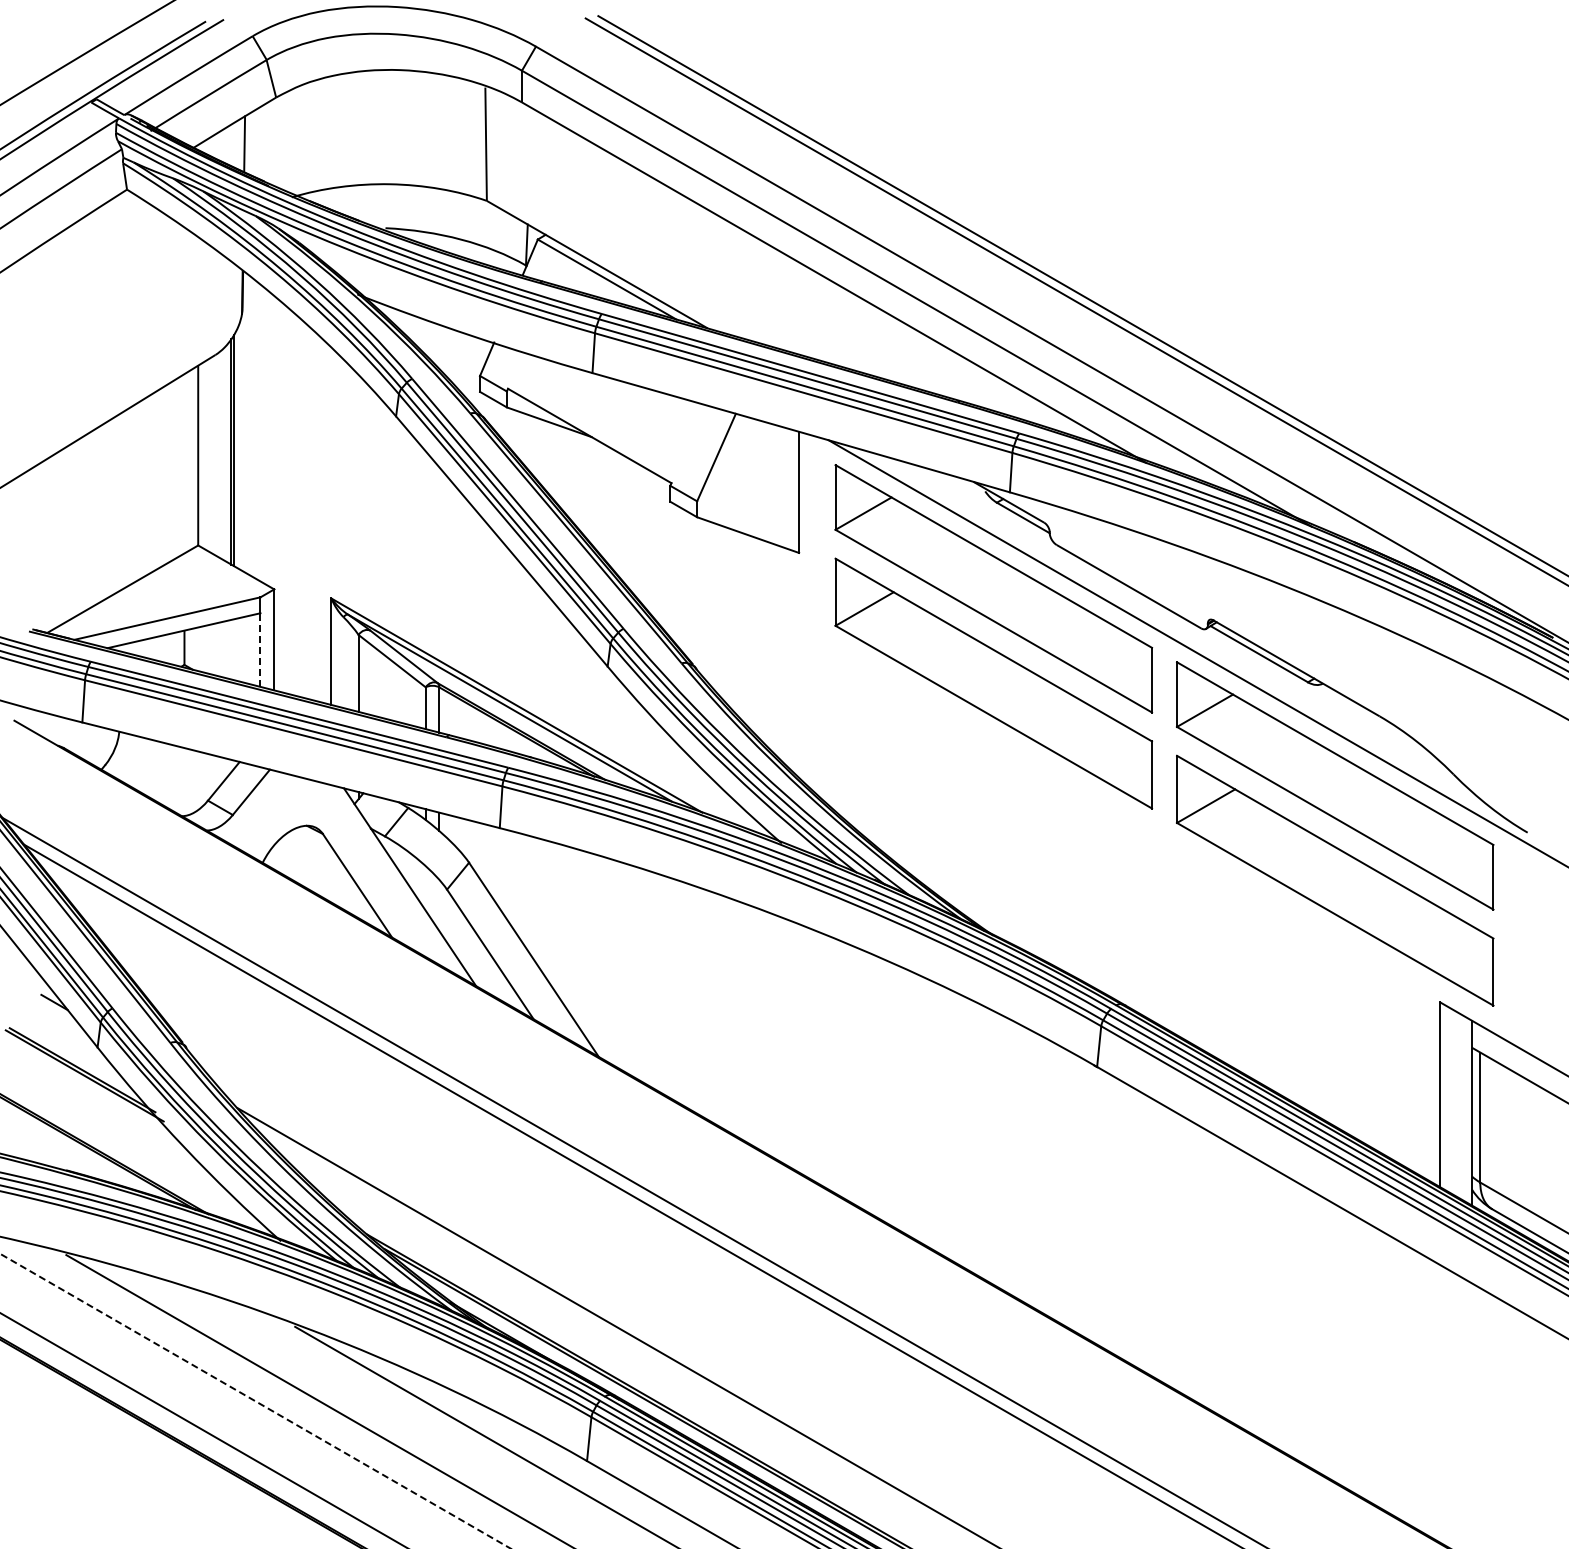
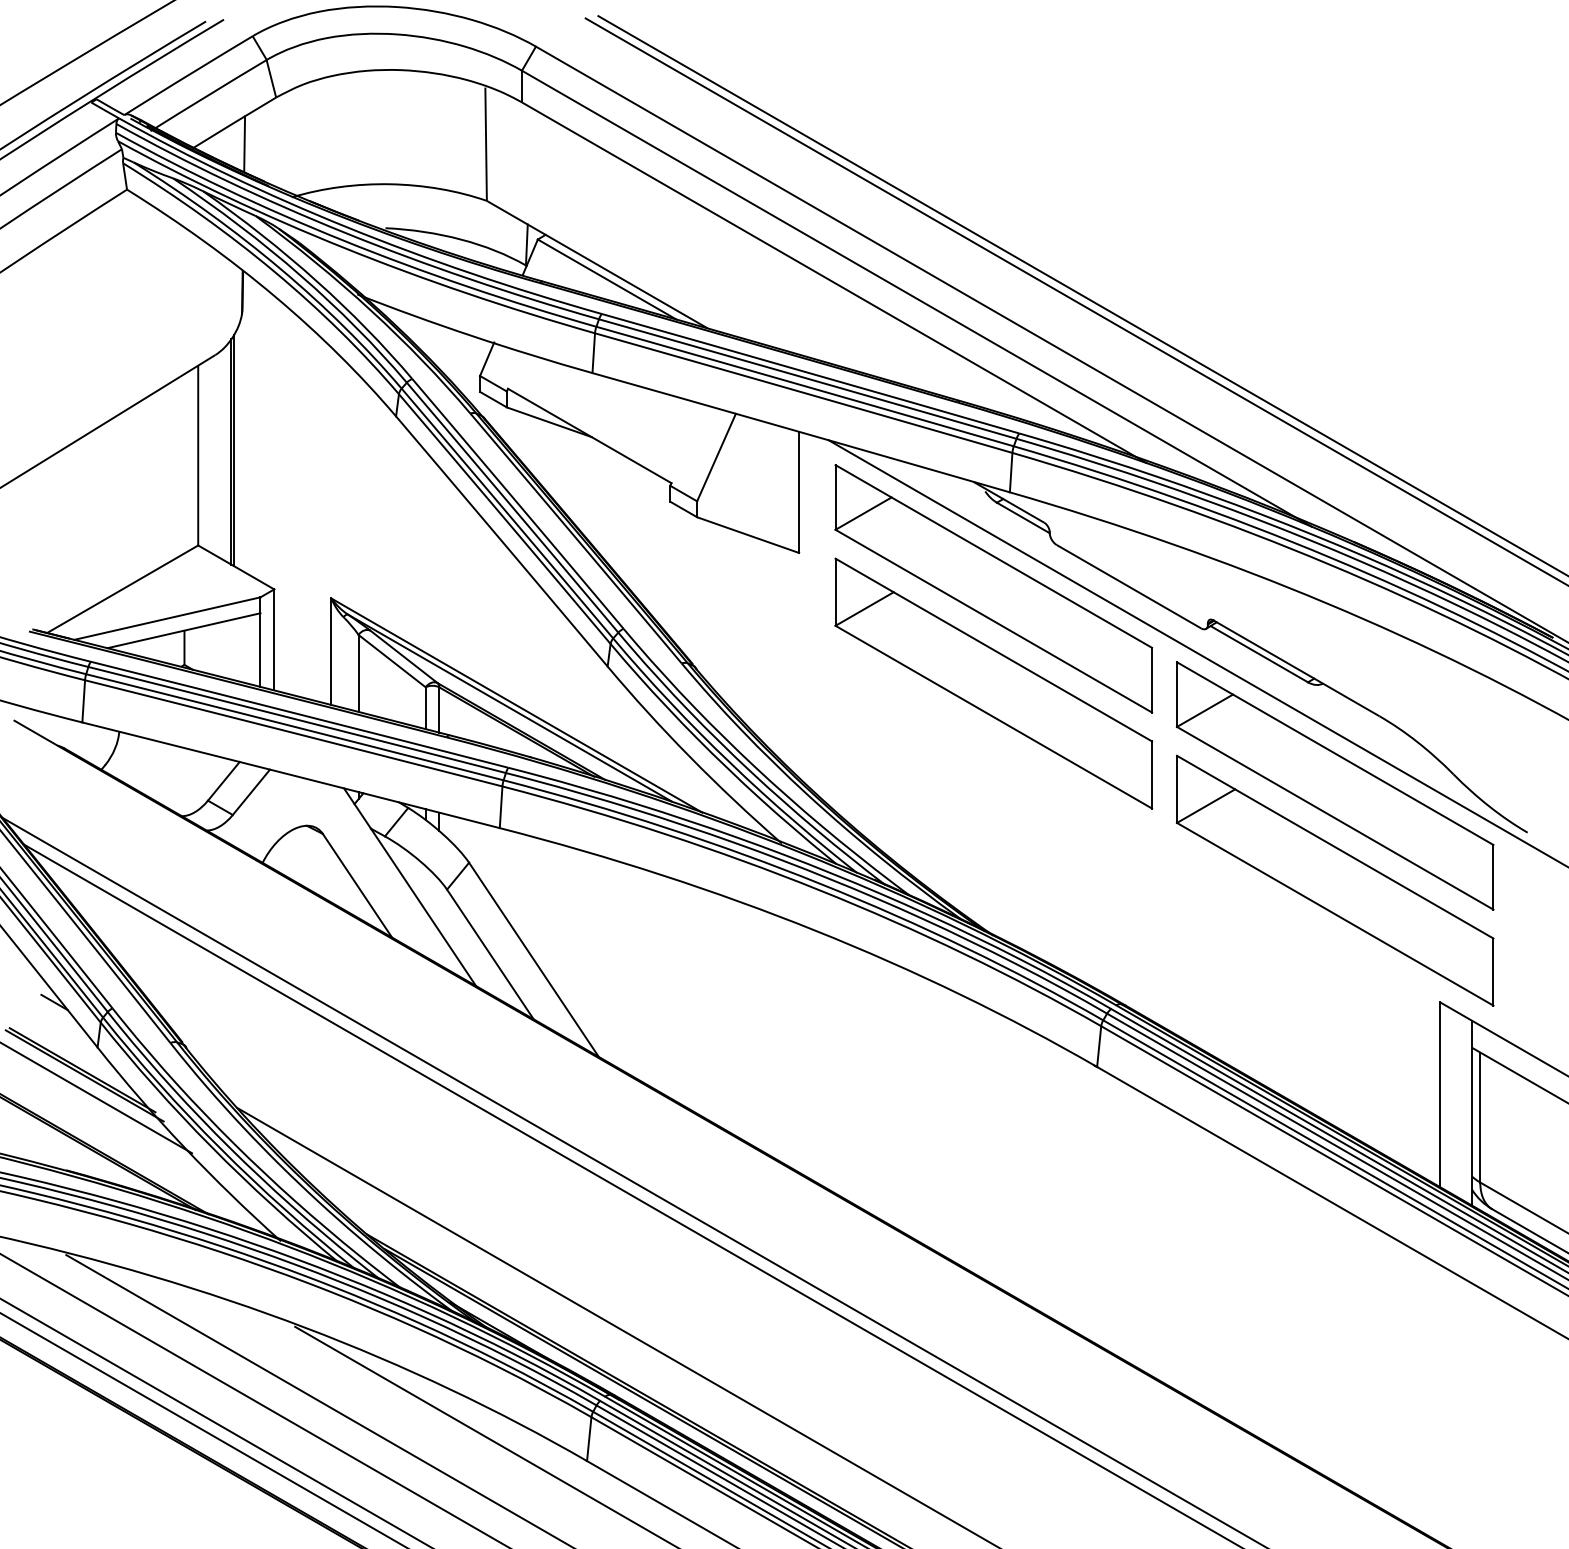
line at (260, 650): dashed -> solid
line at (97, 1098): none -> present
line at (255, 1401): dashed -> solid
line at (215, 1422): none -> present
